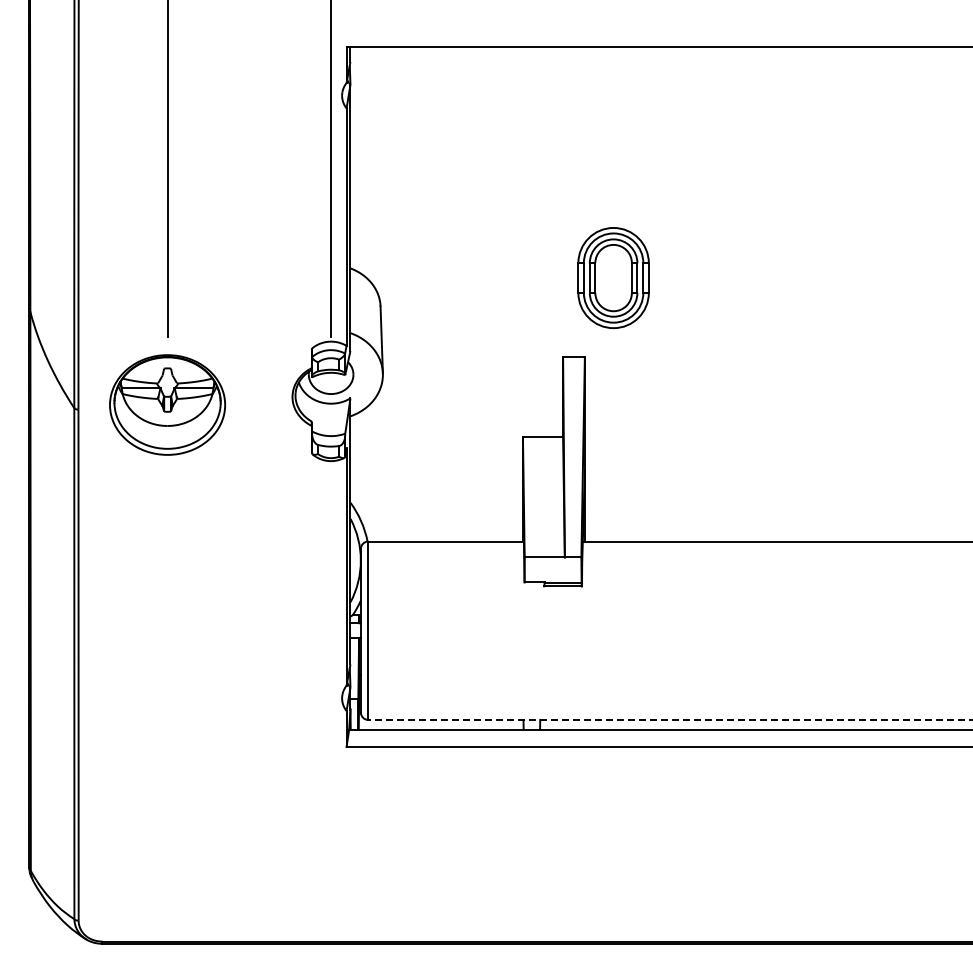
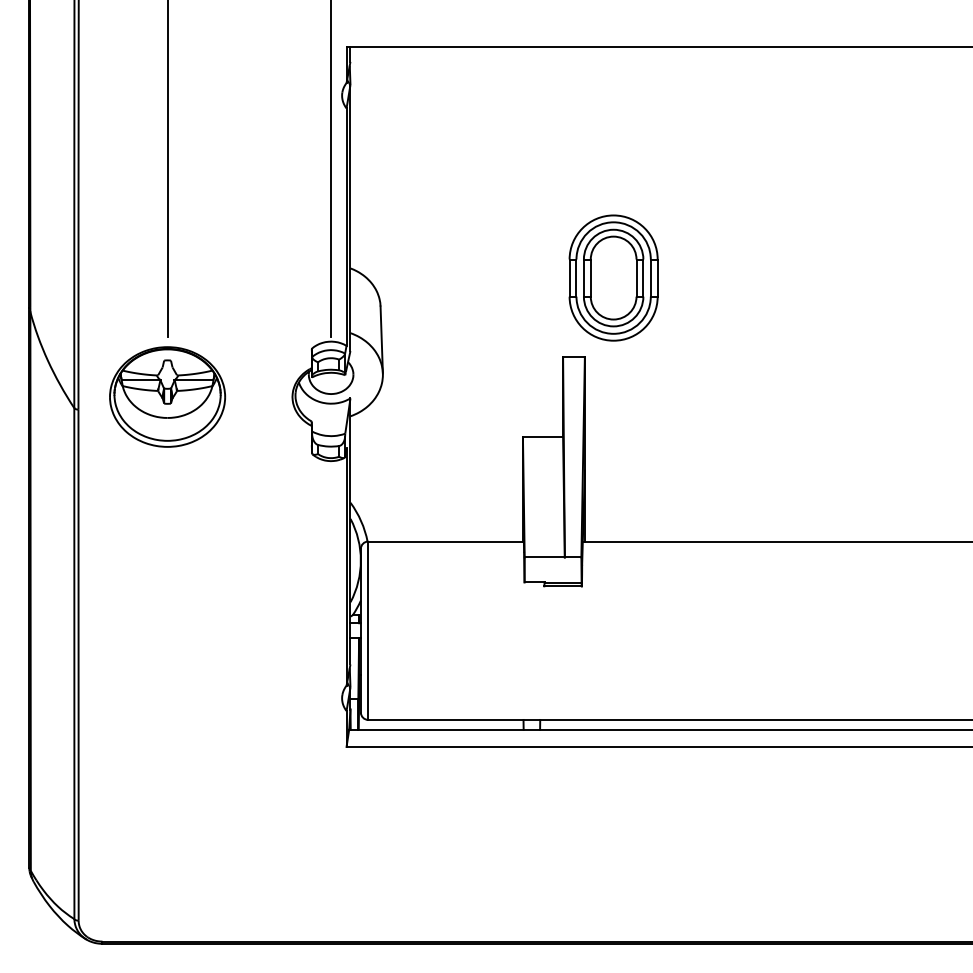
part at (613, 278) size: 73x103 px -> 91x128 px
part at (167, 404) position: (167, 404) -> (167, 396)
line at (670, 719): dashed -> solid
